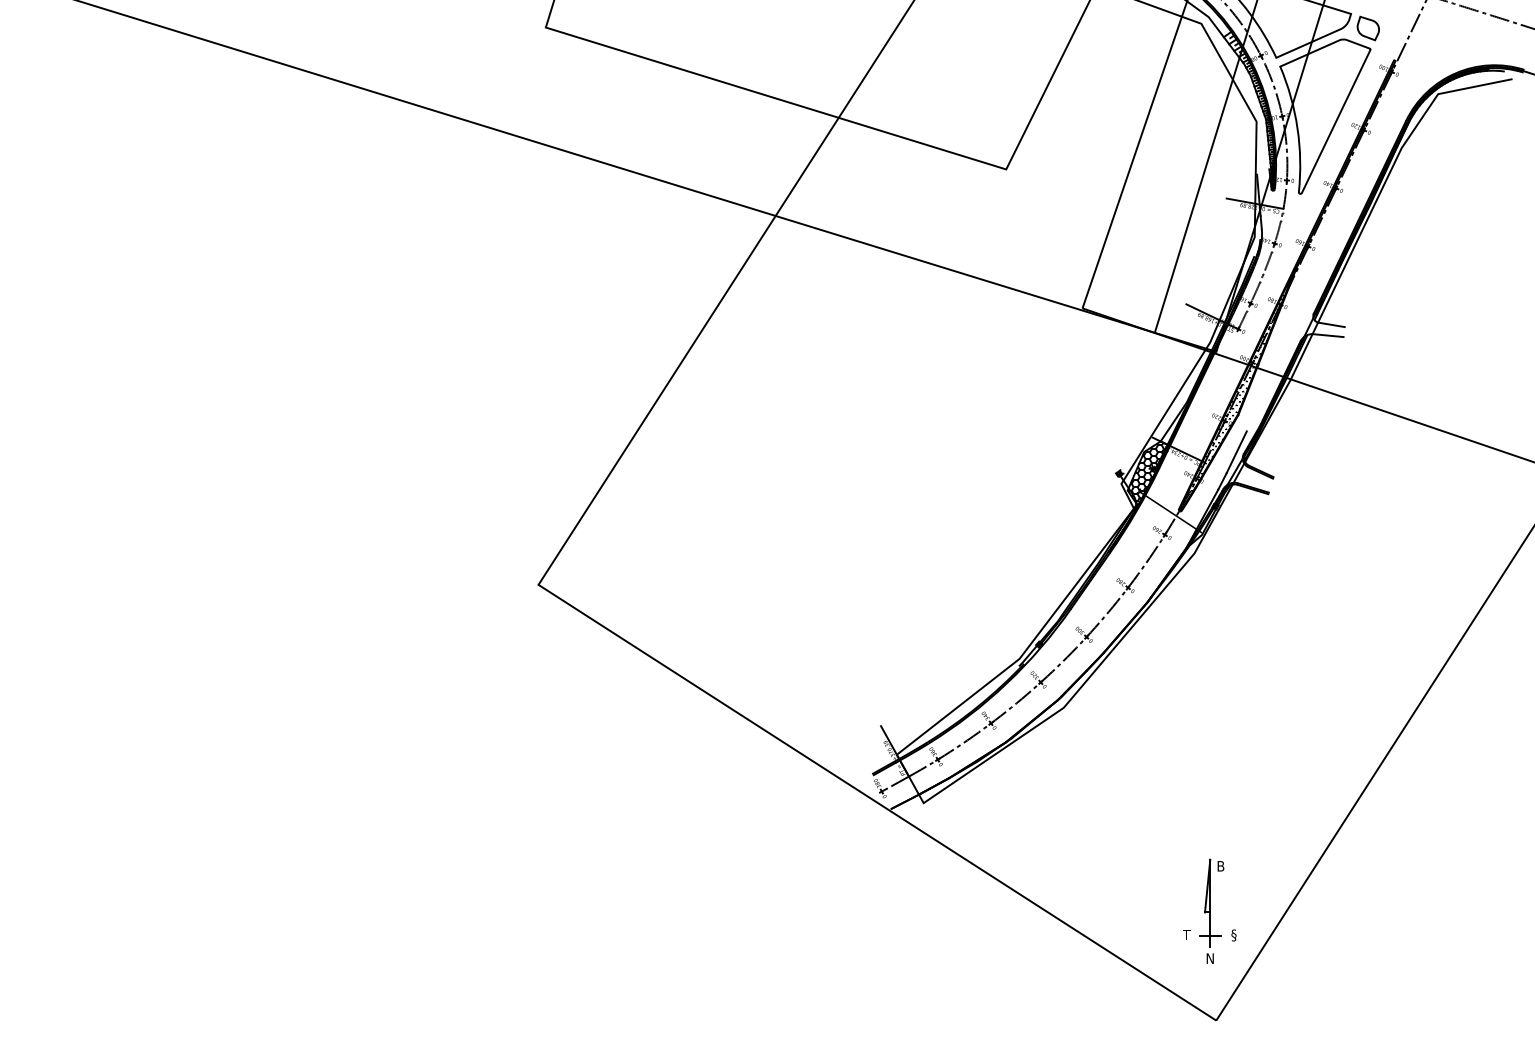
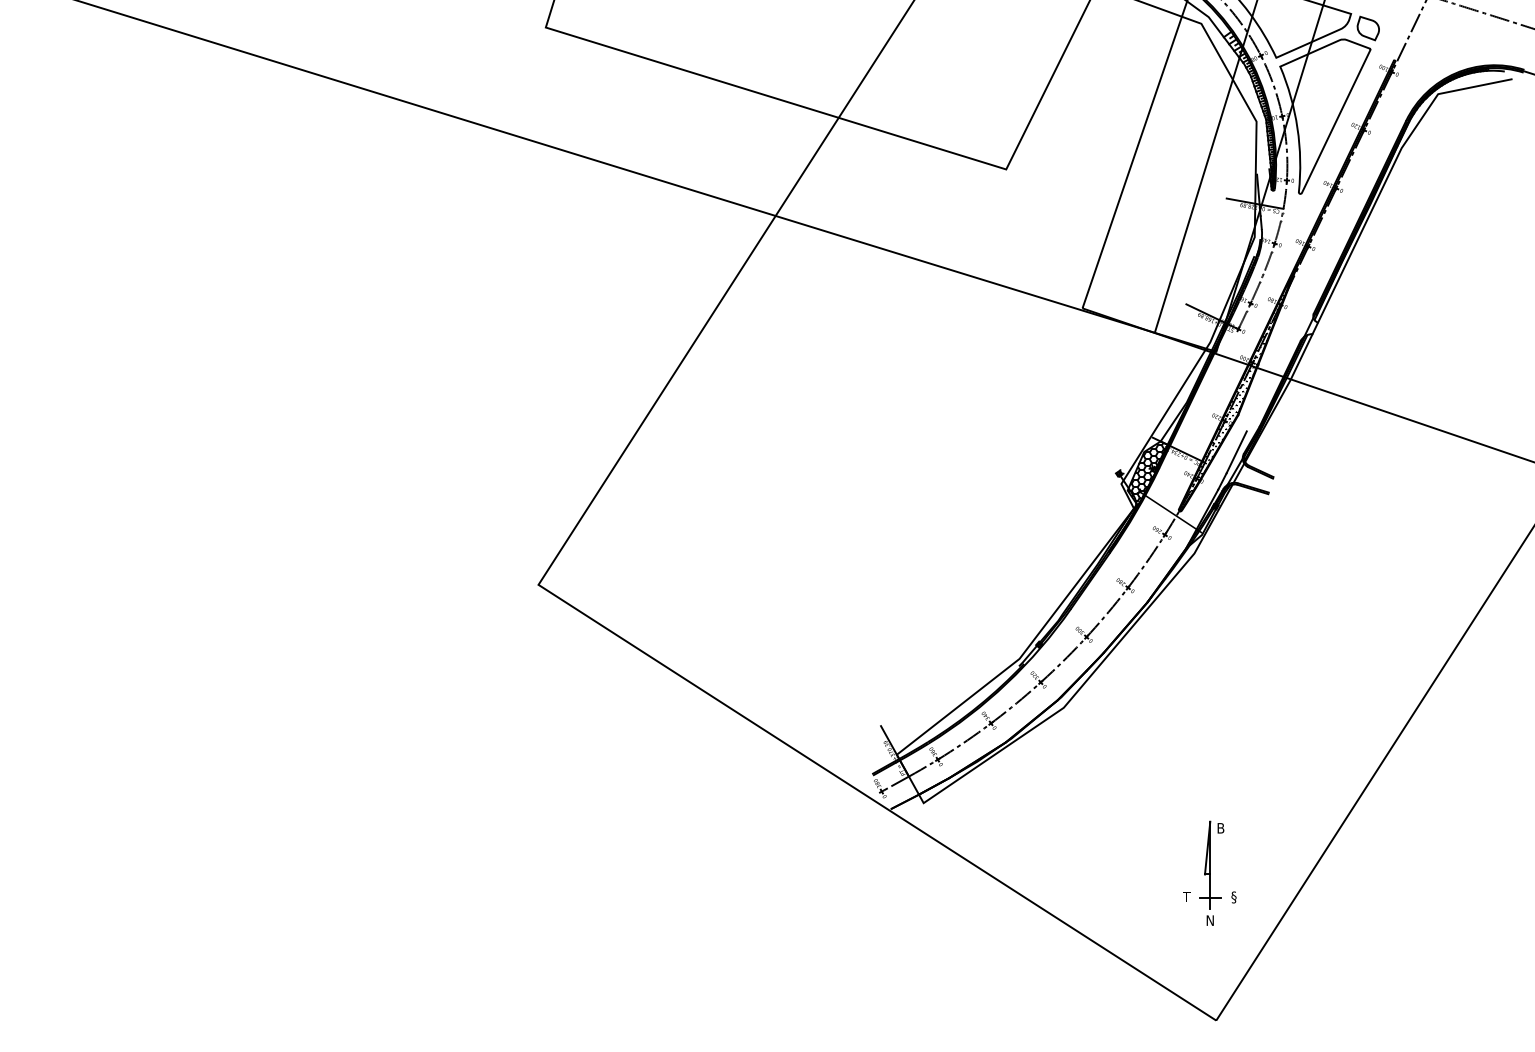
line at (1331, 324): present -> none
line at (1328, 335): present -> none
part at (1209, 910) position: (1209, 910) -> (1209, 872)
